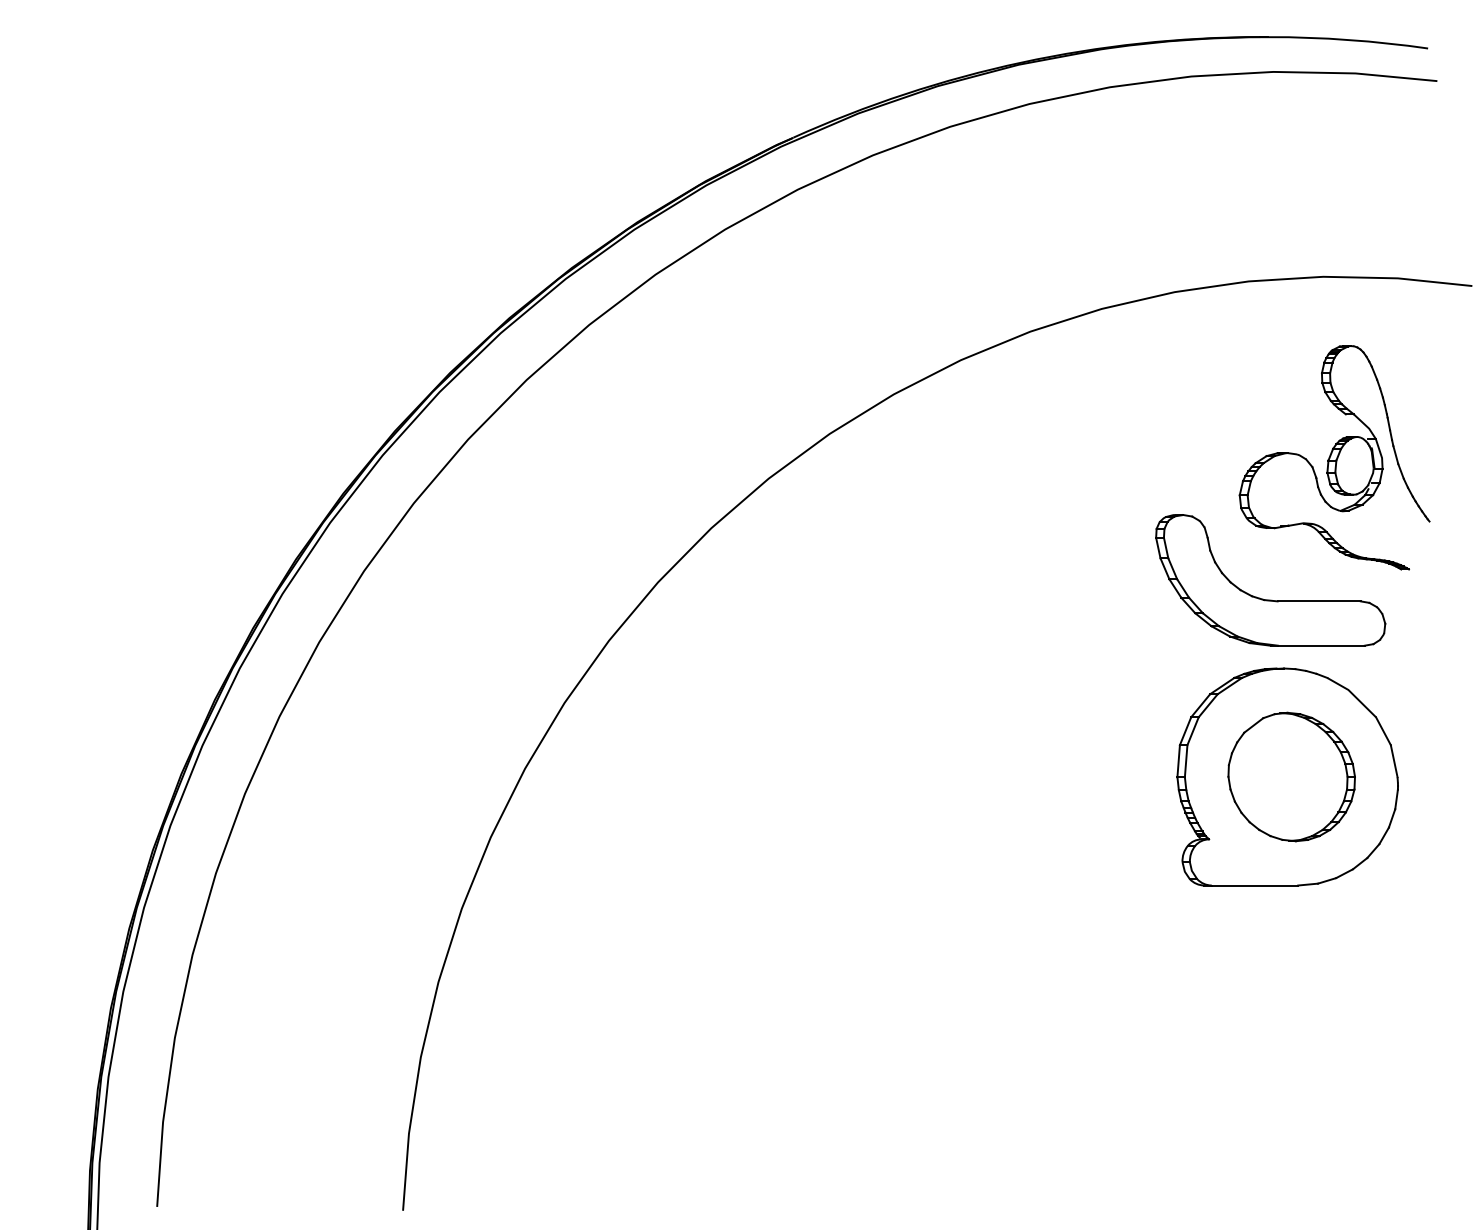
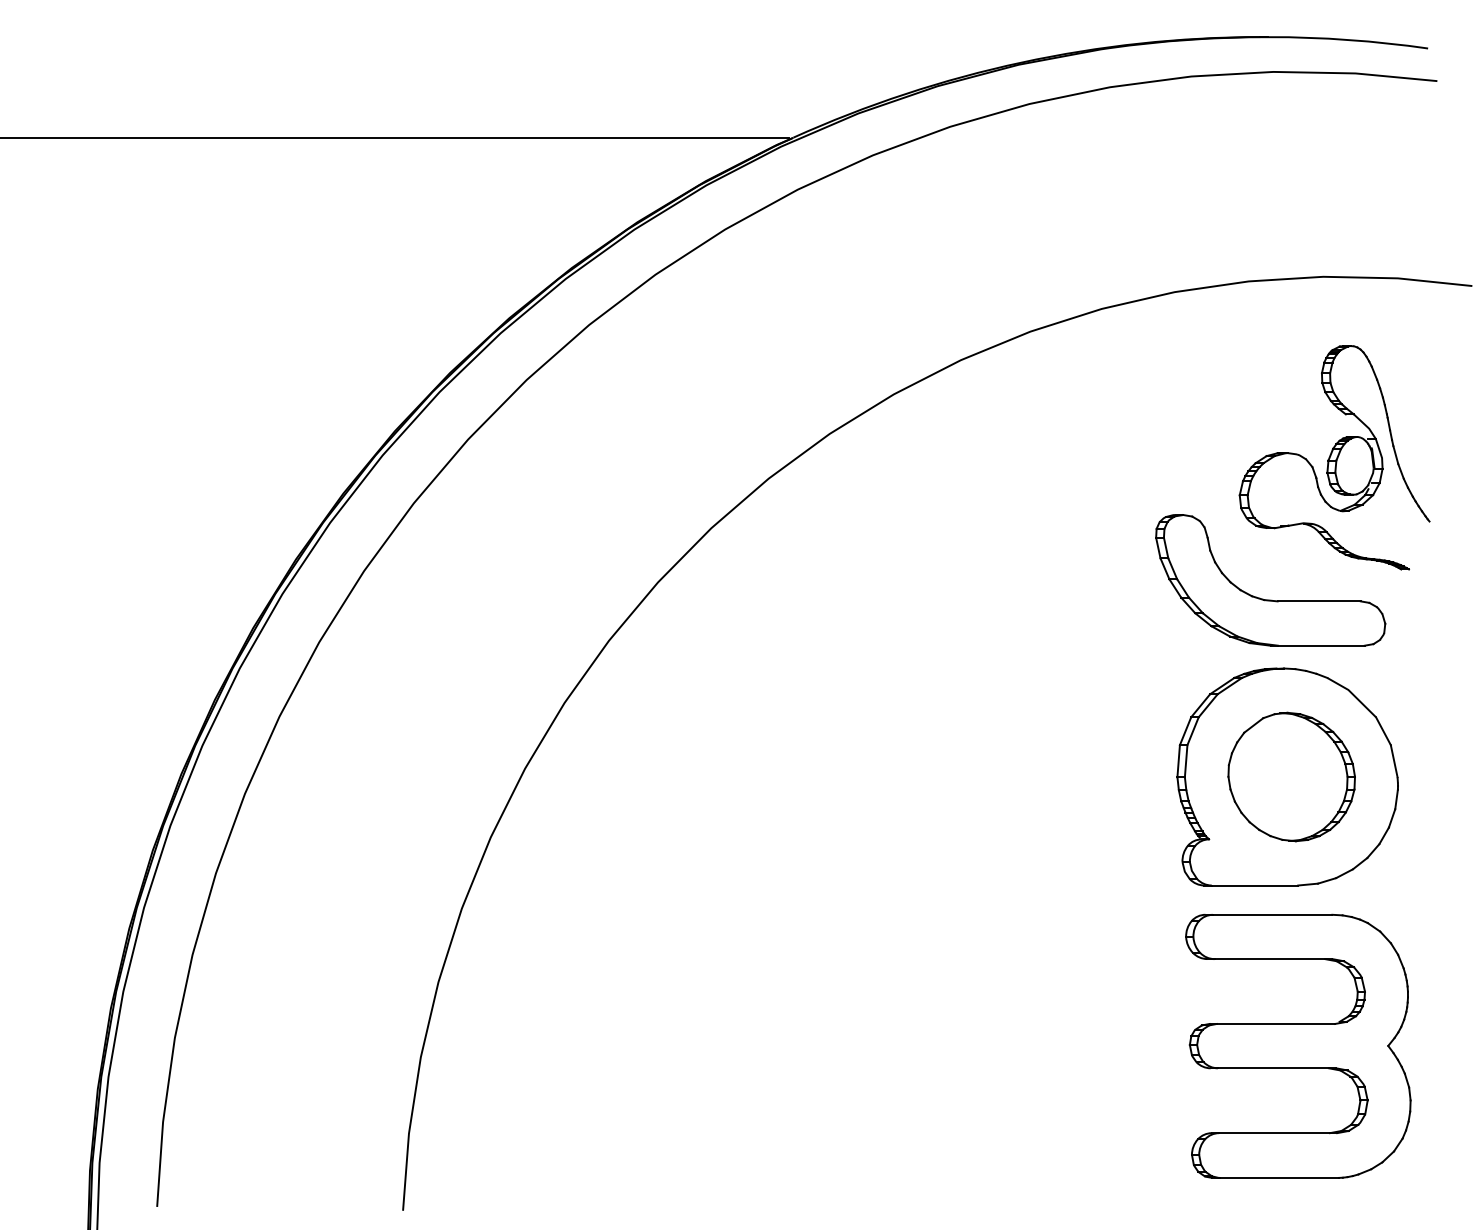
line at (395, 138): none -> present
part at (1298, 1045): none -> present
